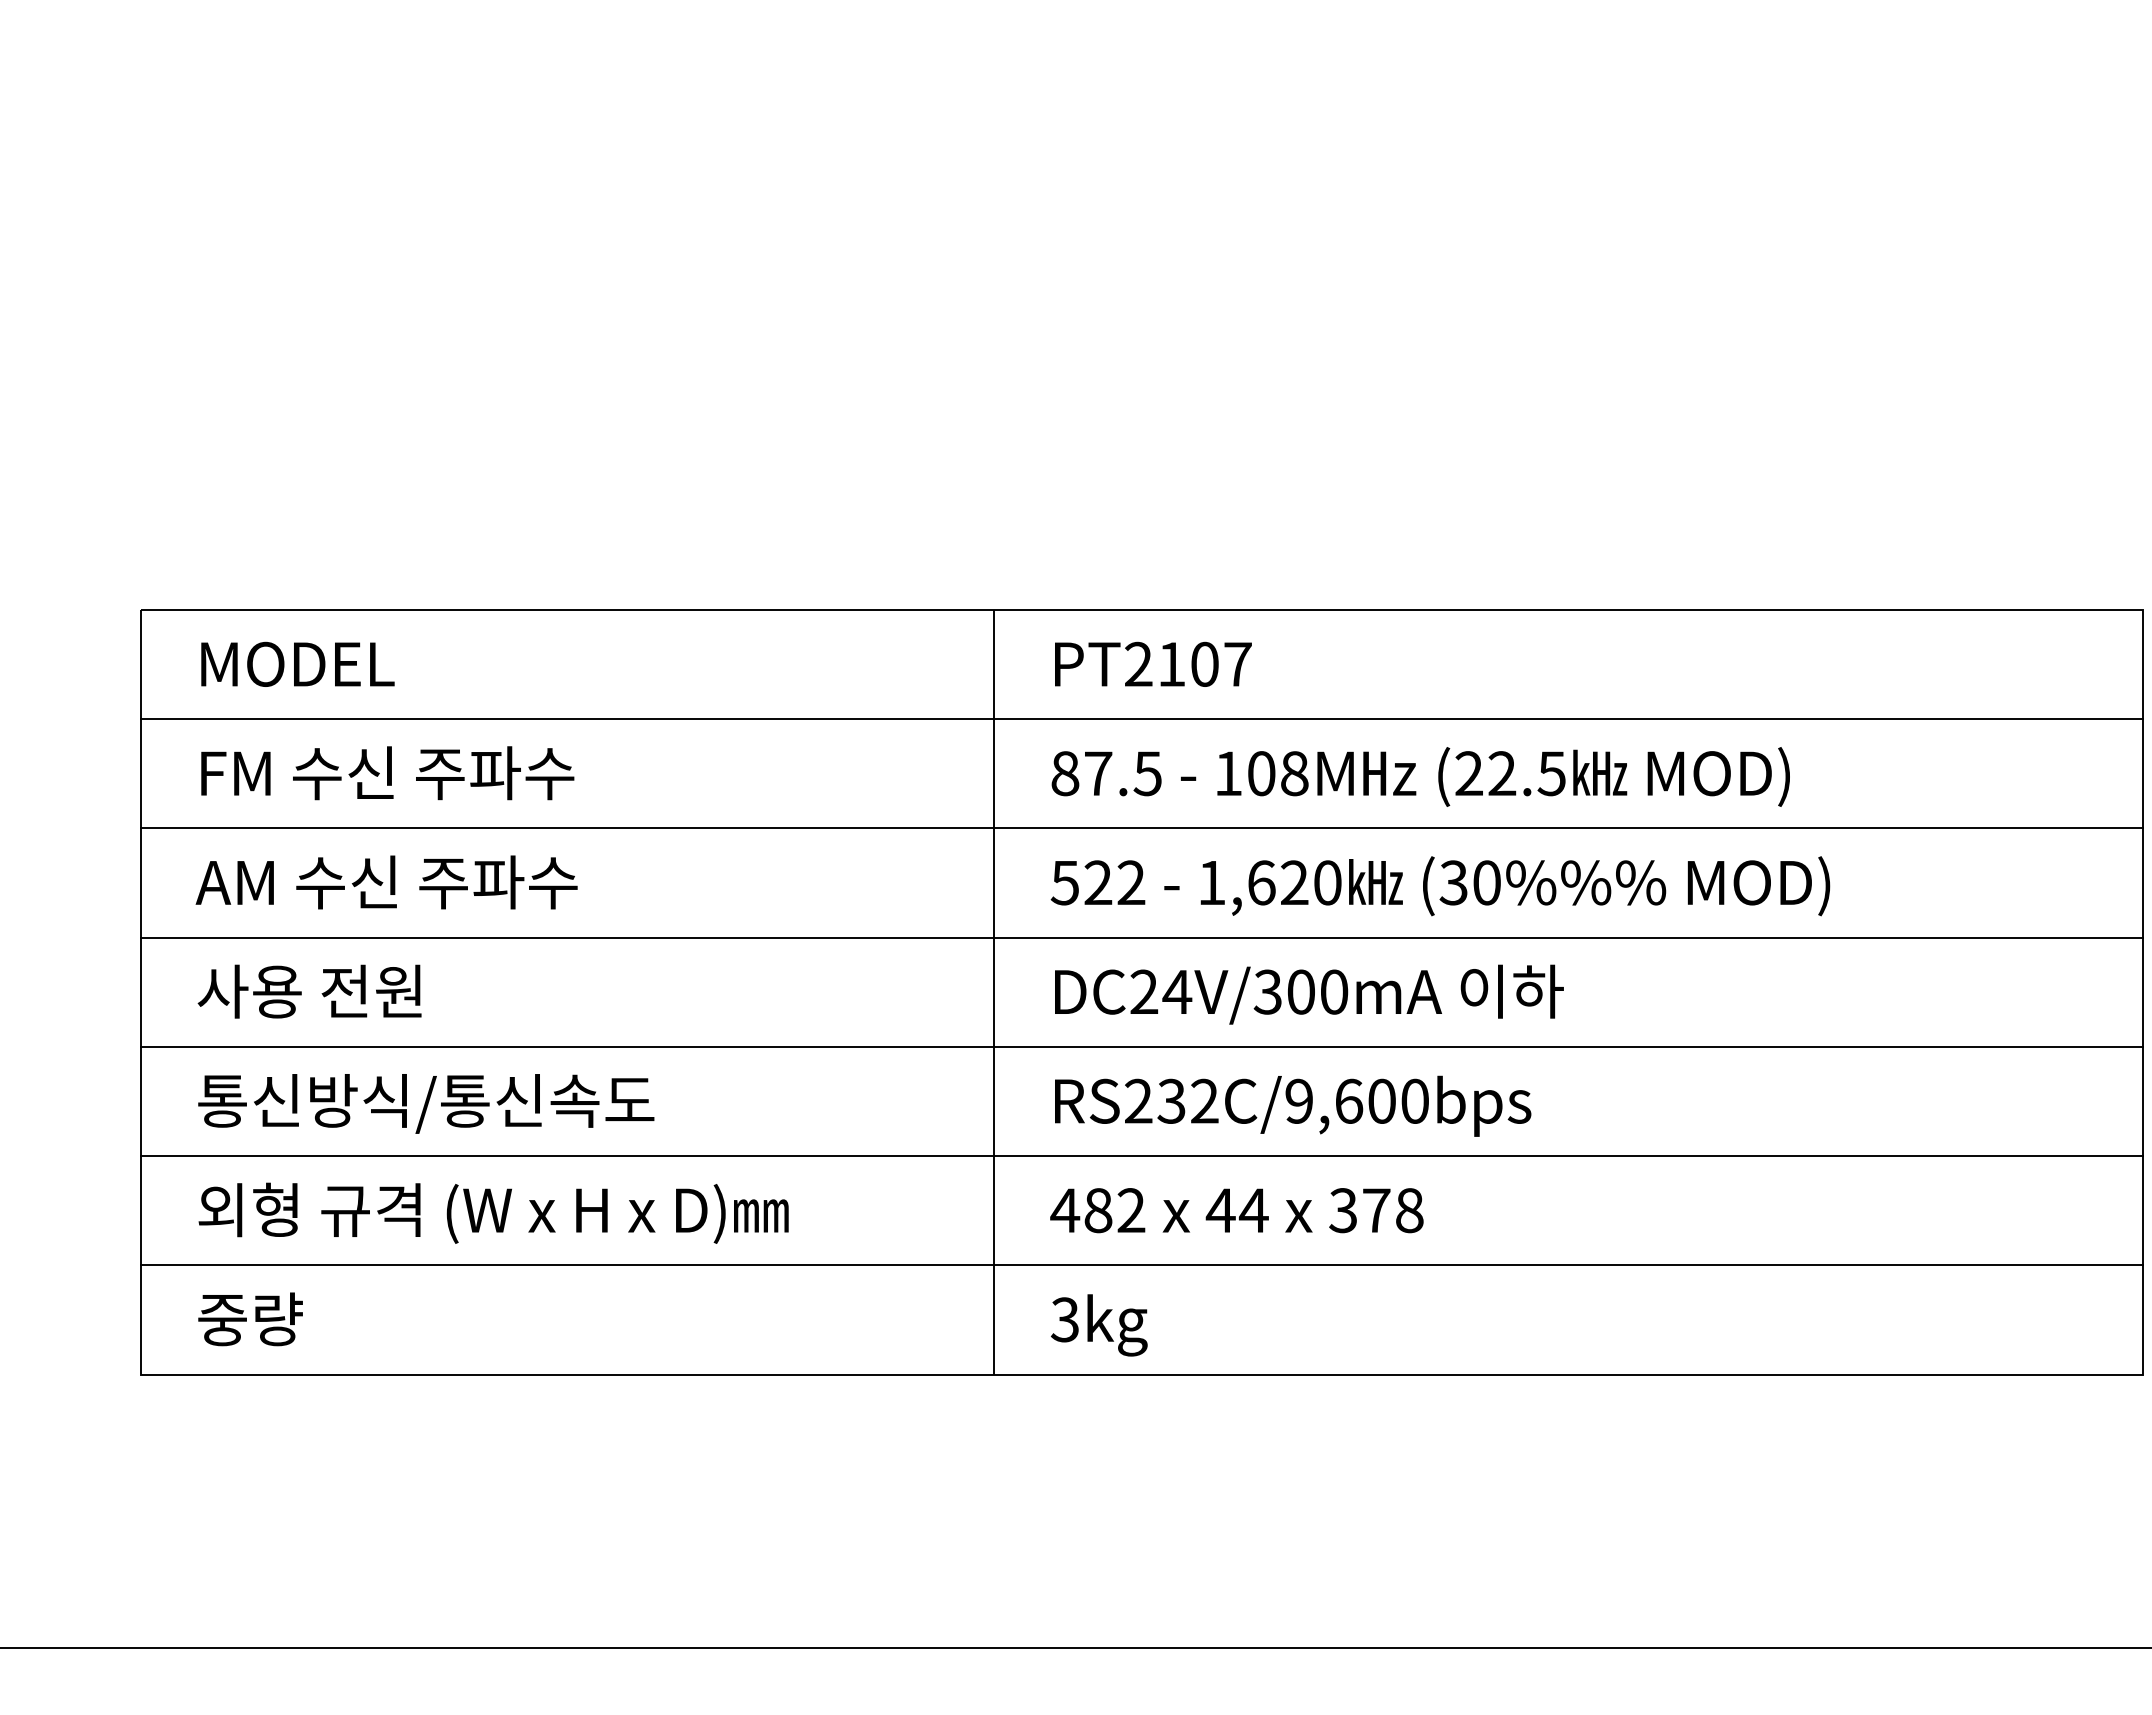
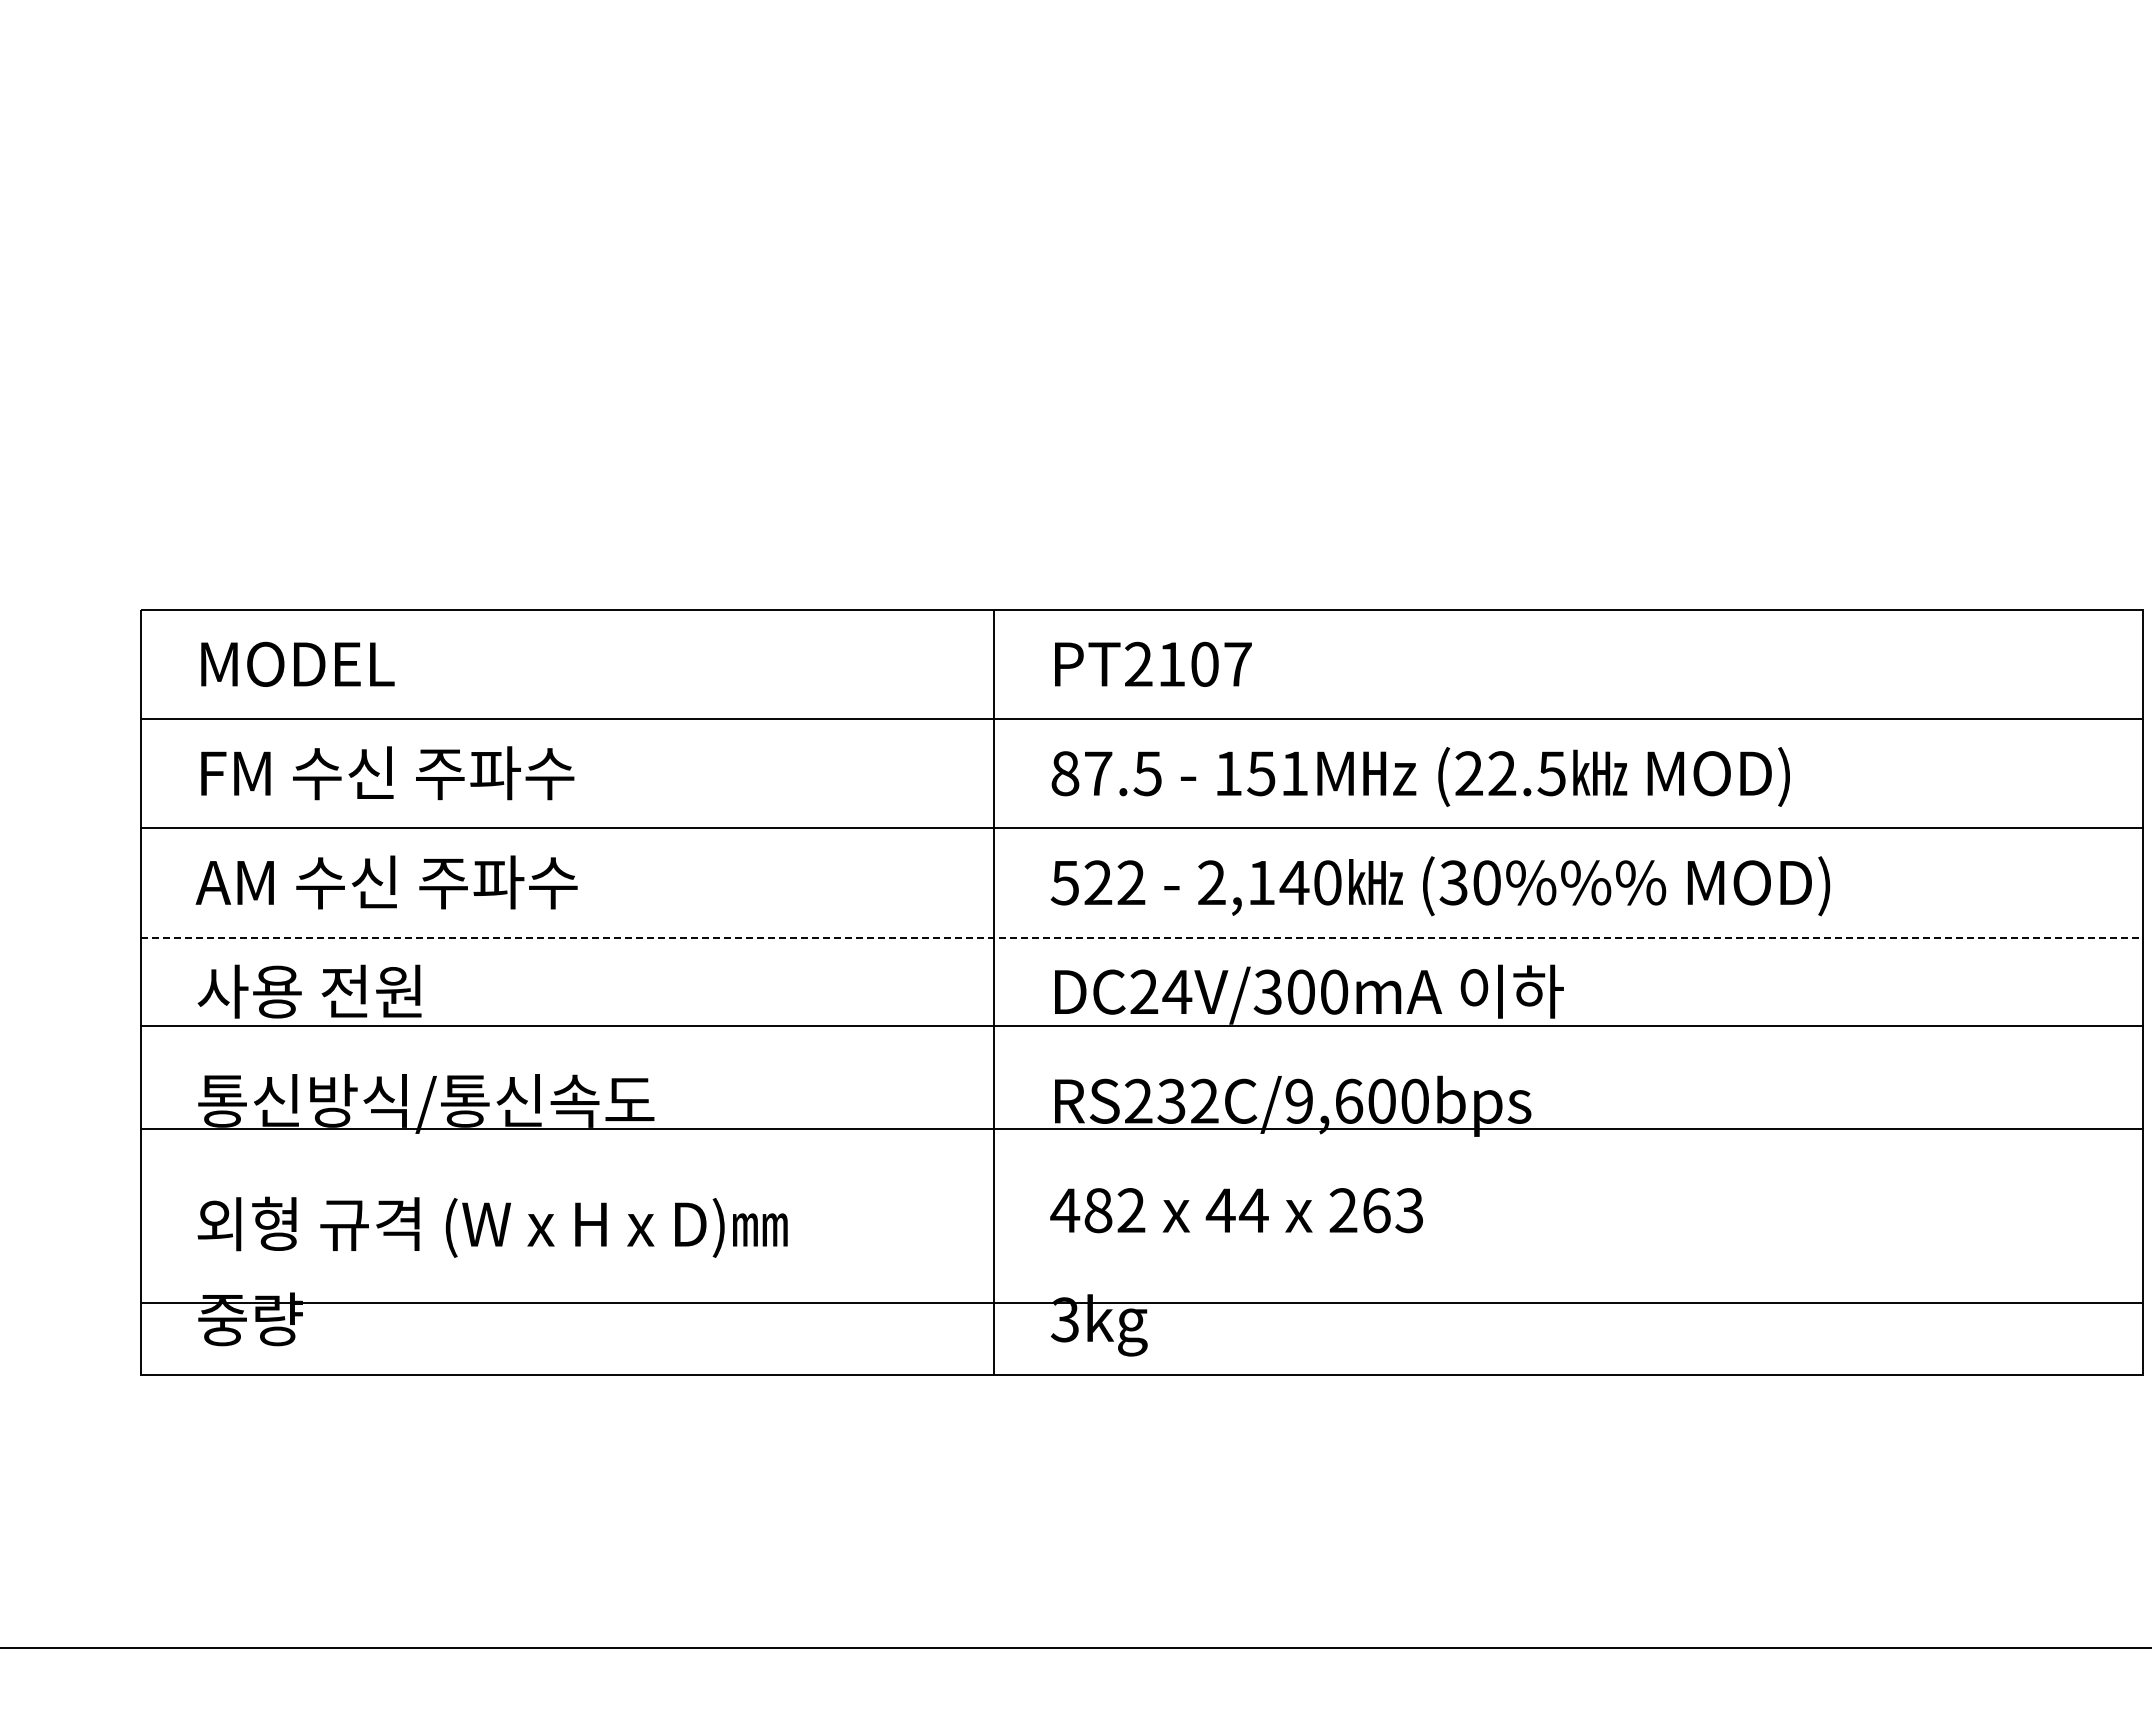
text at (1277, 773): 108M -> 151M
text at (1253, 882): 1,620 -> 2,140
line at (1142, 937): solid -> dashed
line at (1141, 1046) position: (1141, 1046) -> (1141, 1025)
line at (1141, 1156) position: (1141, 1156) -> (1141, 1129)
text at (1376, 1210): 378 -> 263
text at (493, 1212) position: (493, 1212) -> (492, 1226)
line at (1141, 1265) position: (1141, 1265) -> (1141, 1303)
